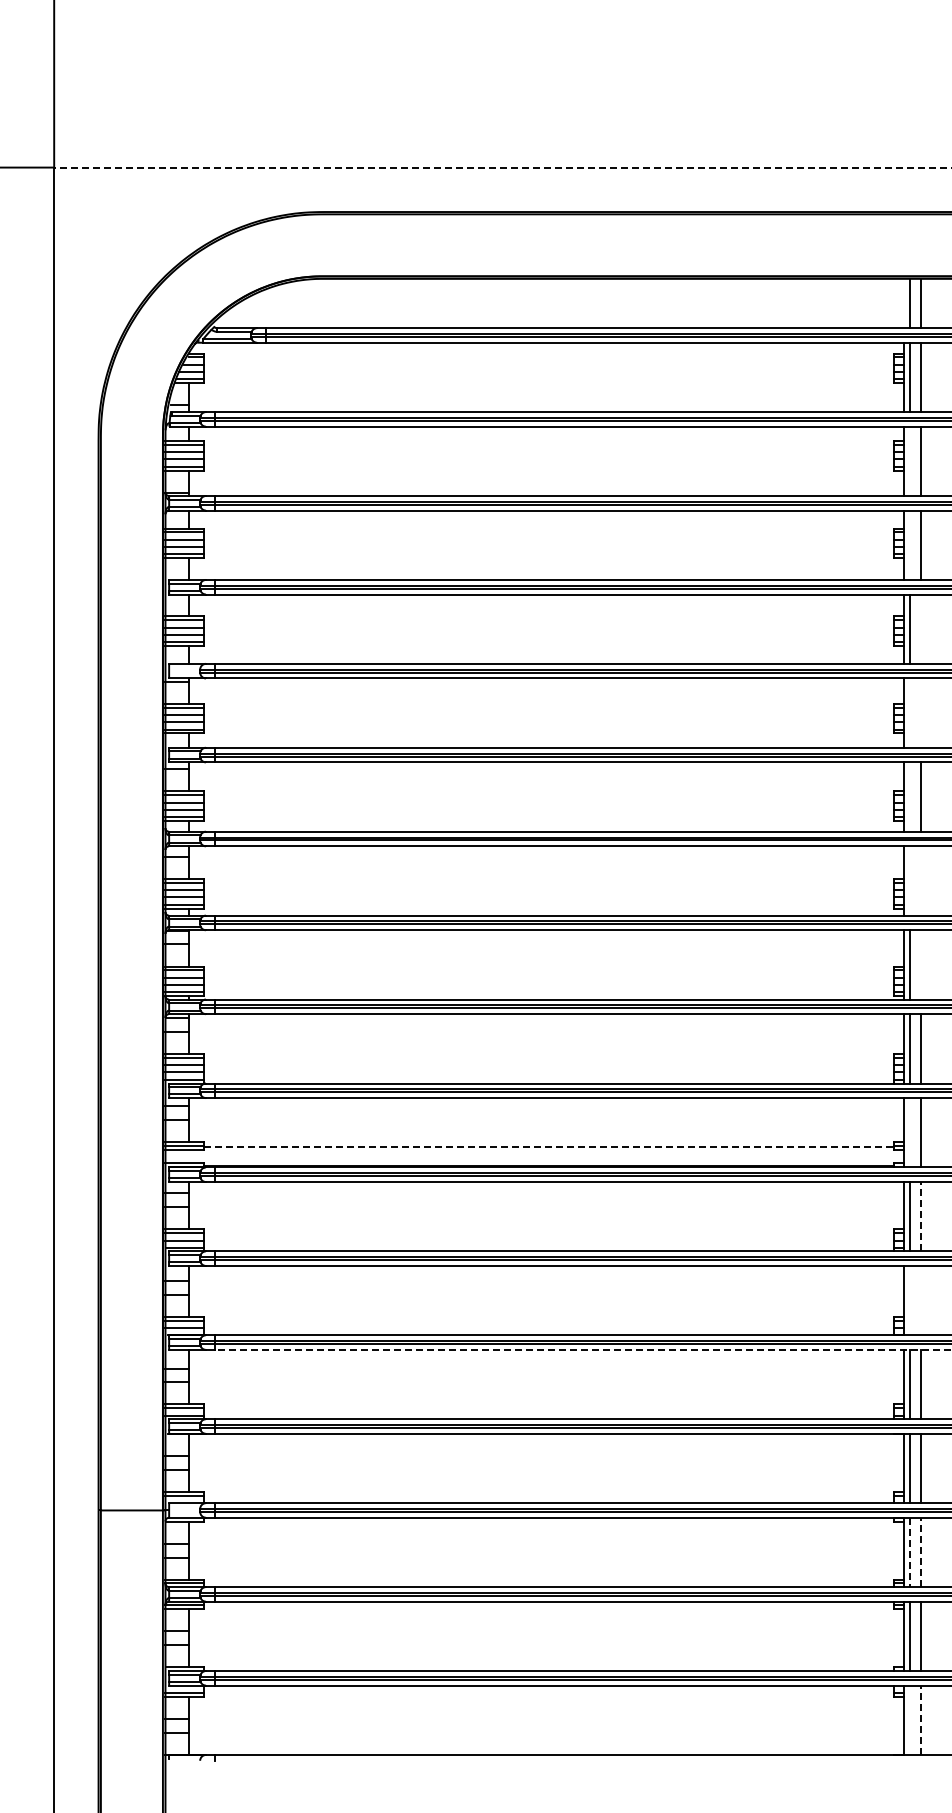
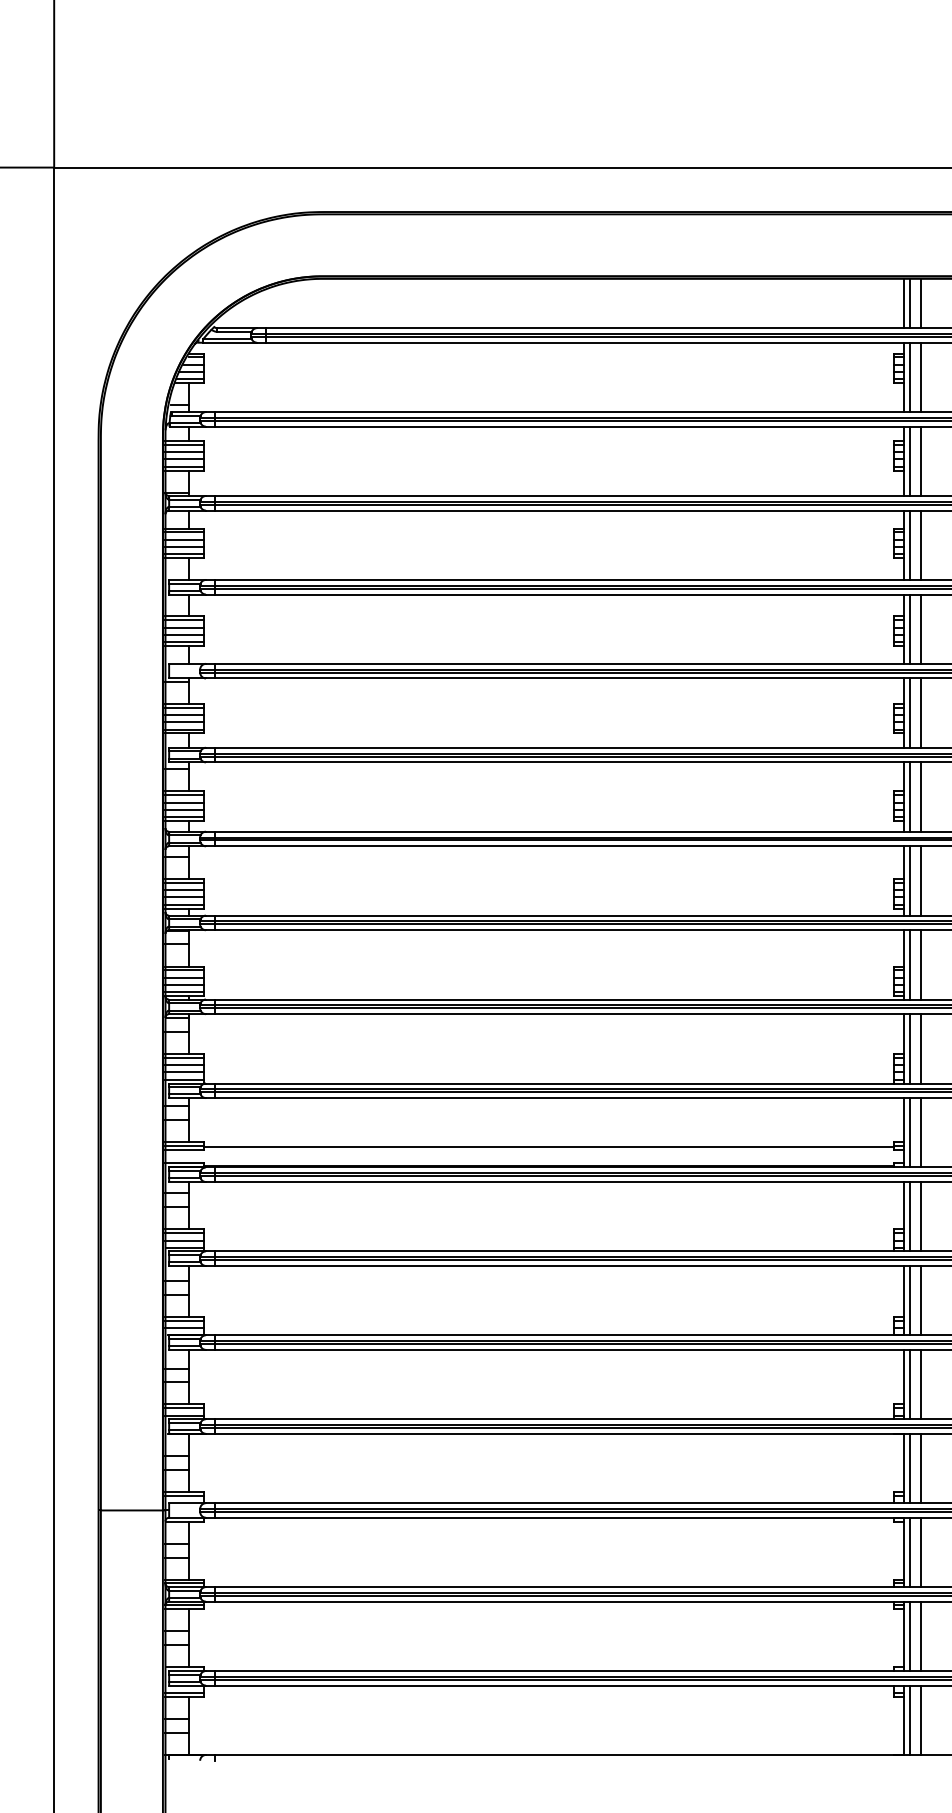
line at (502, 167): dashed -> solid
line at (904, 303): none -> present
line at (910, 461): none -> present
line at (910, 544): none -> present
line at (920, 628): none -> present
line at (910, 712): none -> present
line at (920, 712): none -> present
line at (910, 796): none -> present
line at (910, 880): none -> present
line at (920, 880): none -> present
line at (920, 964): none -> present
line at (910, 1132): none -> present
line at (548, 1147): dashed -> solid
line at (920, 1216): dashed -> solid
line at (910, 1300): none -> present
line at (920, 1300): none -> present
line at (582, 1349): dashed -> solid
line at (910, 1552): dashed -> solid
line at (920, 1552): dashed -> solid
line at (910, 1719): none -> present
line at (920, 1720): dashed -> solid
